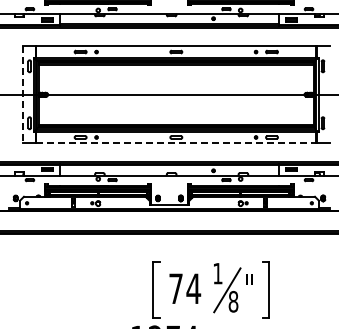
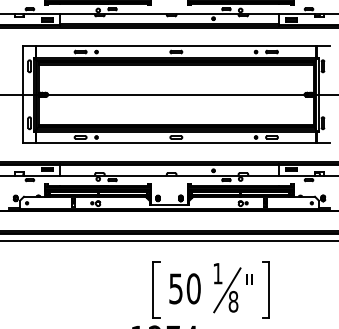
line at (22, 95): dashed -> solid
line at (176, 143): dashed -> solid
line at (168, 240): none -> present
text at (185, 288): 74 -> 50
